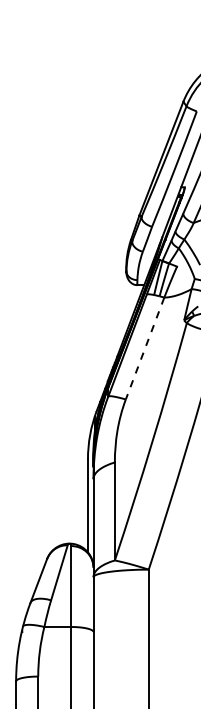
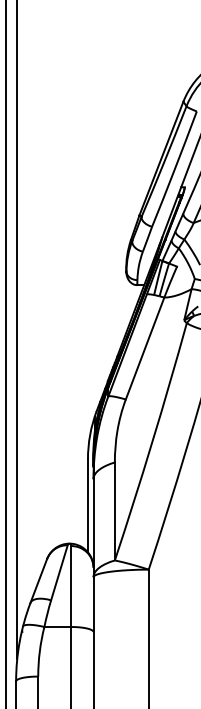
line at (17, 330): none -> present
line at (144, 349): dashed -> solid
line at (6, 353): none -> present
